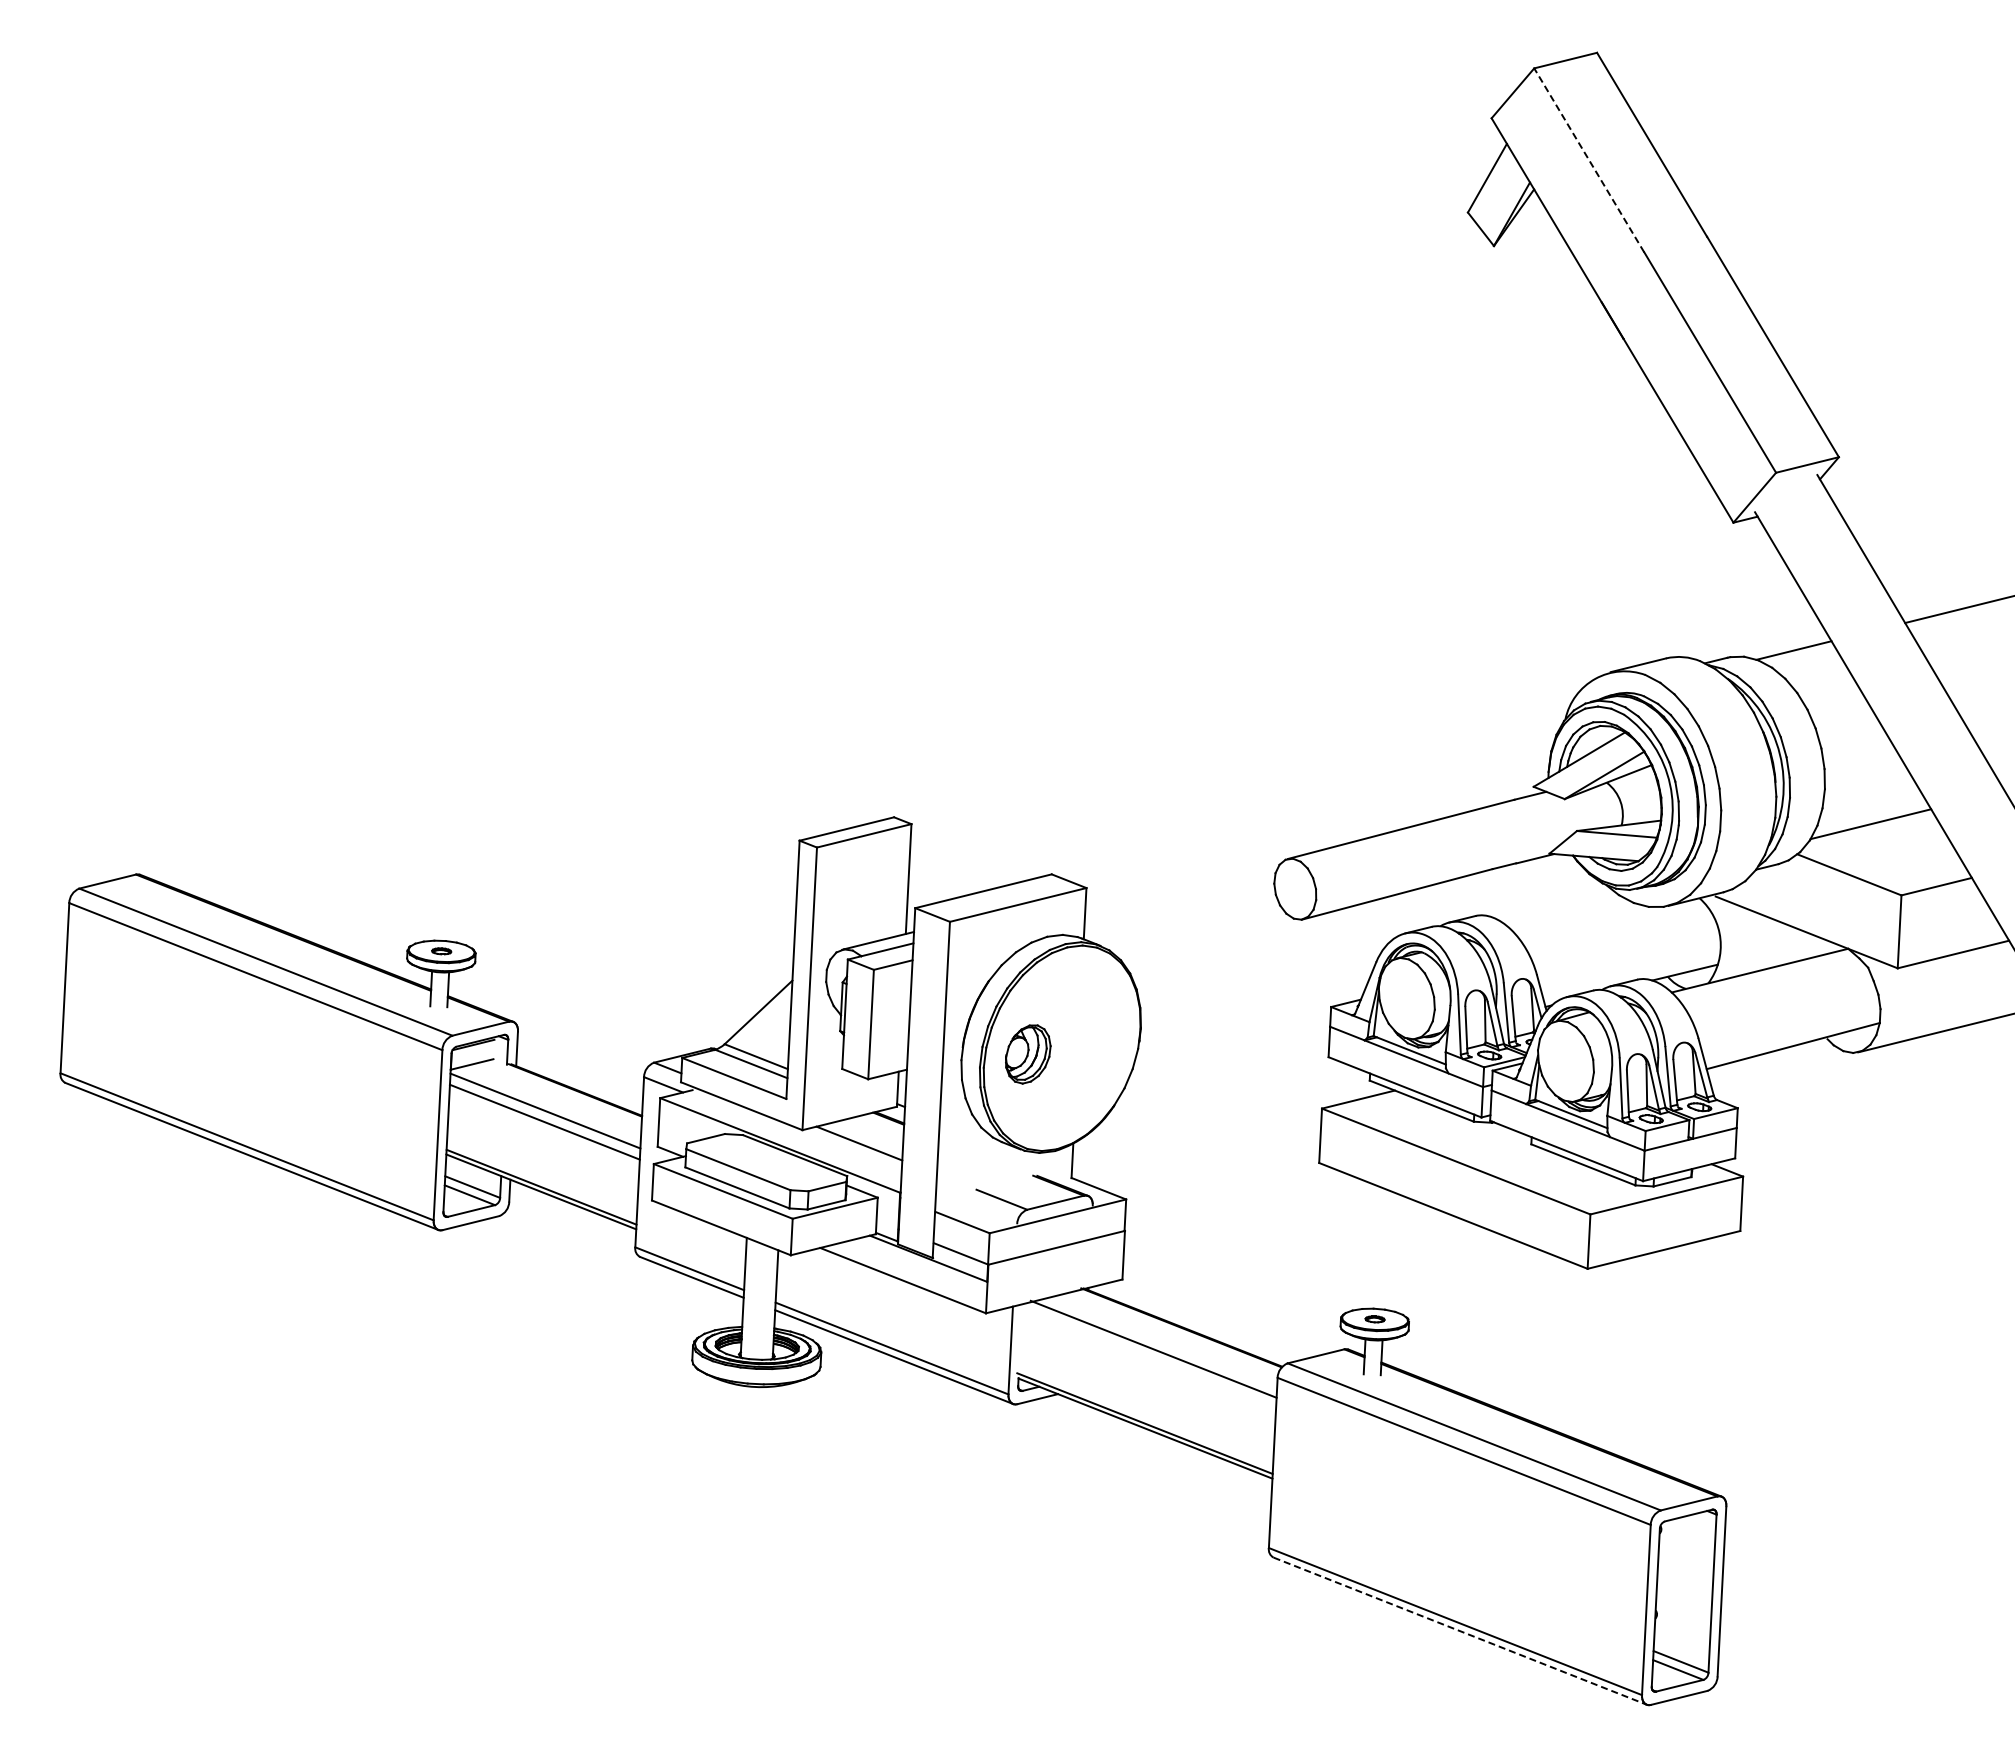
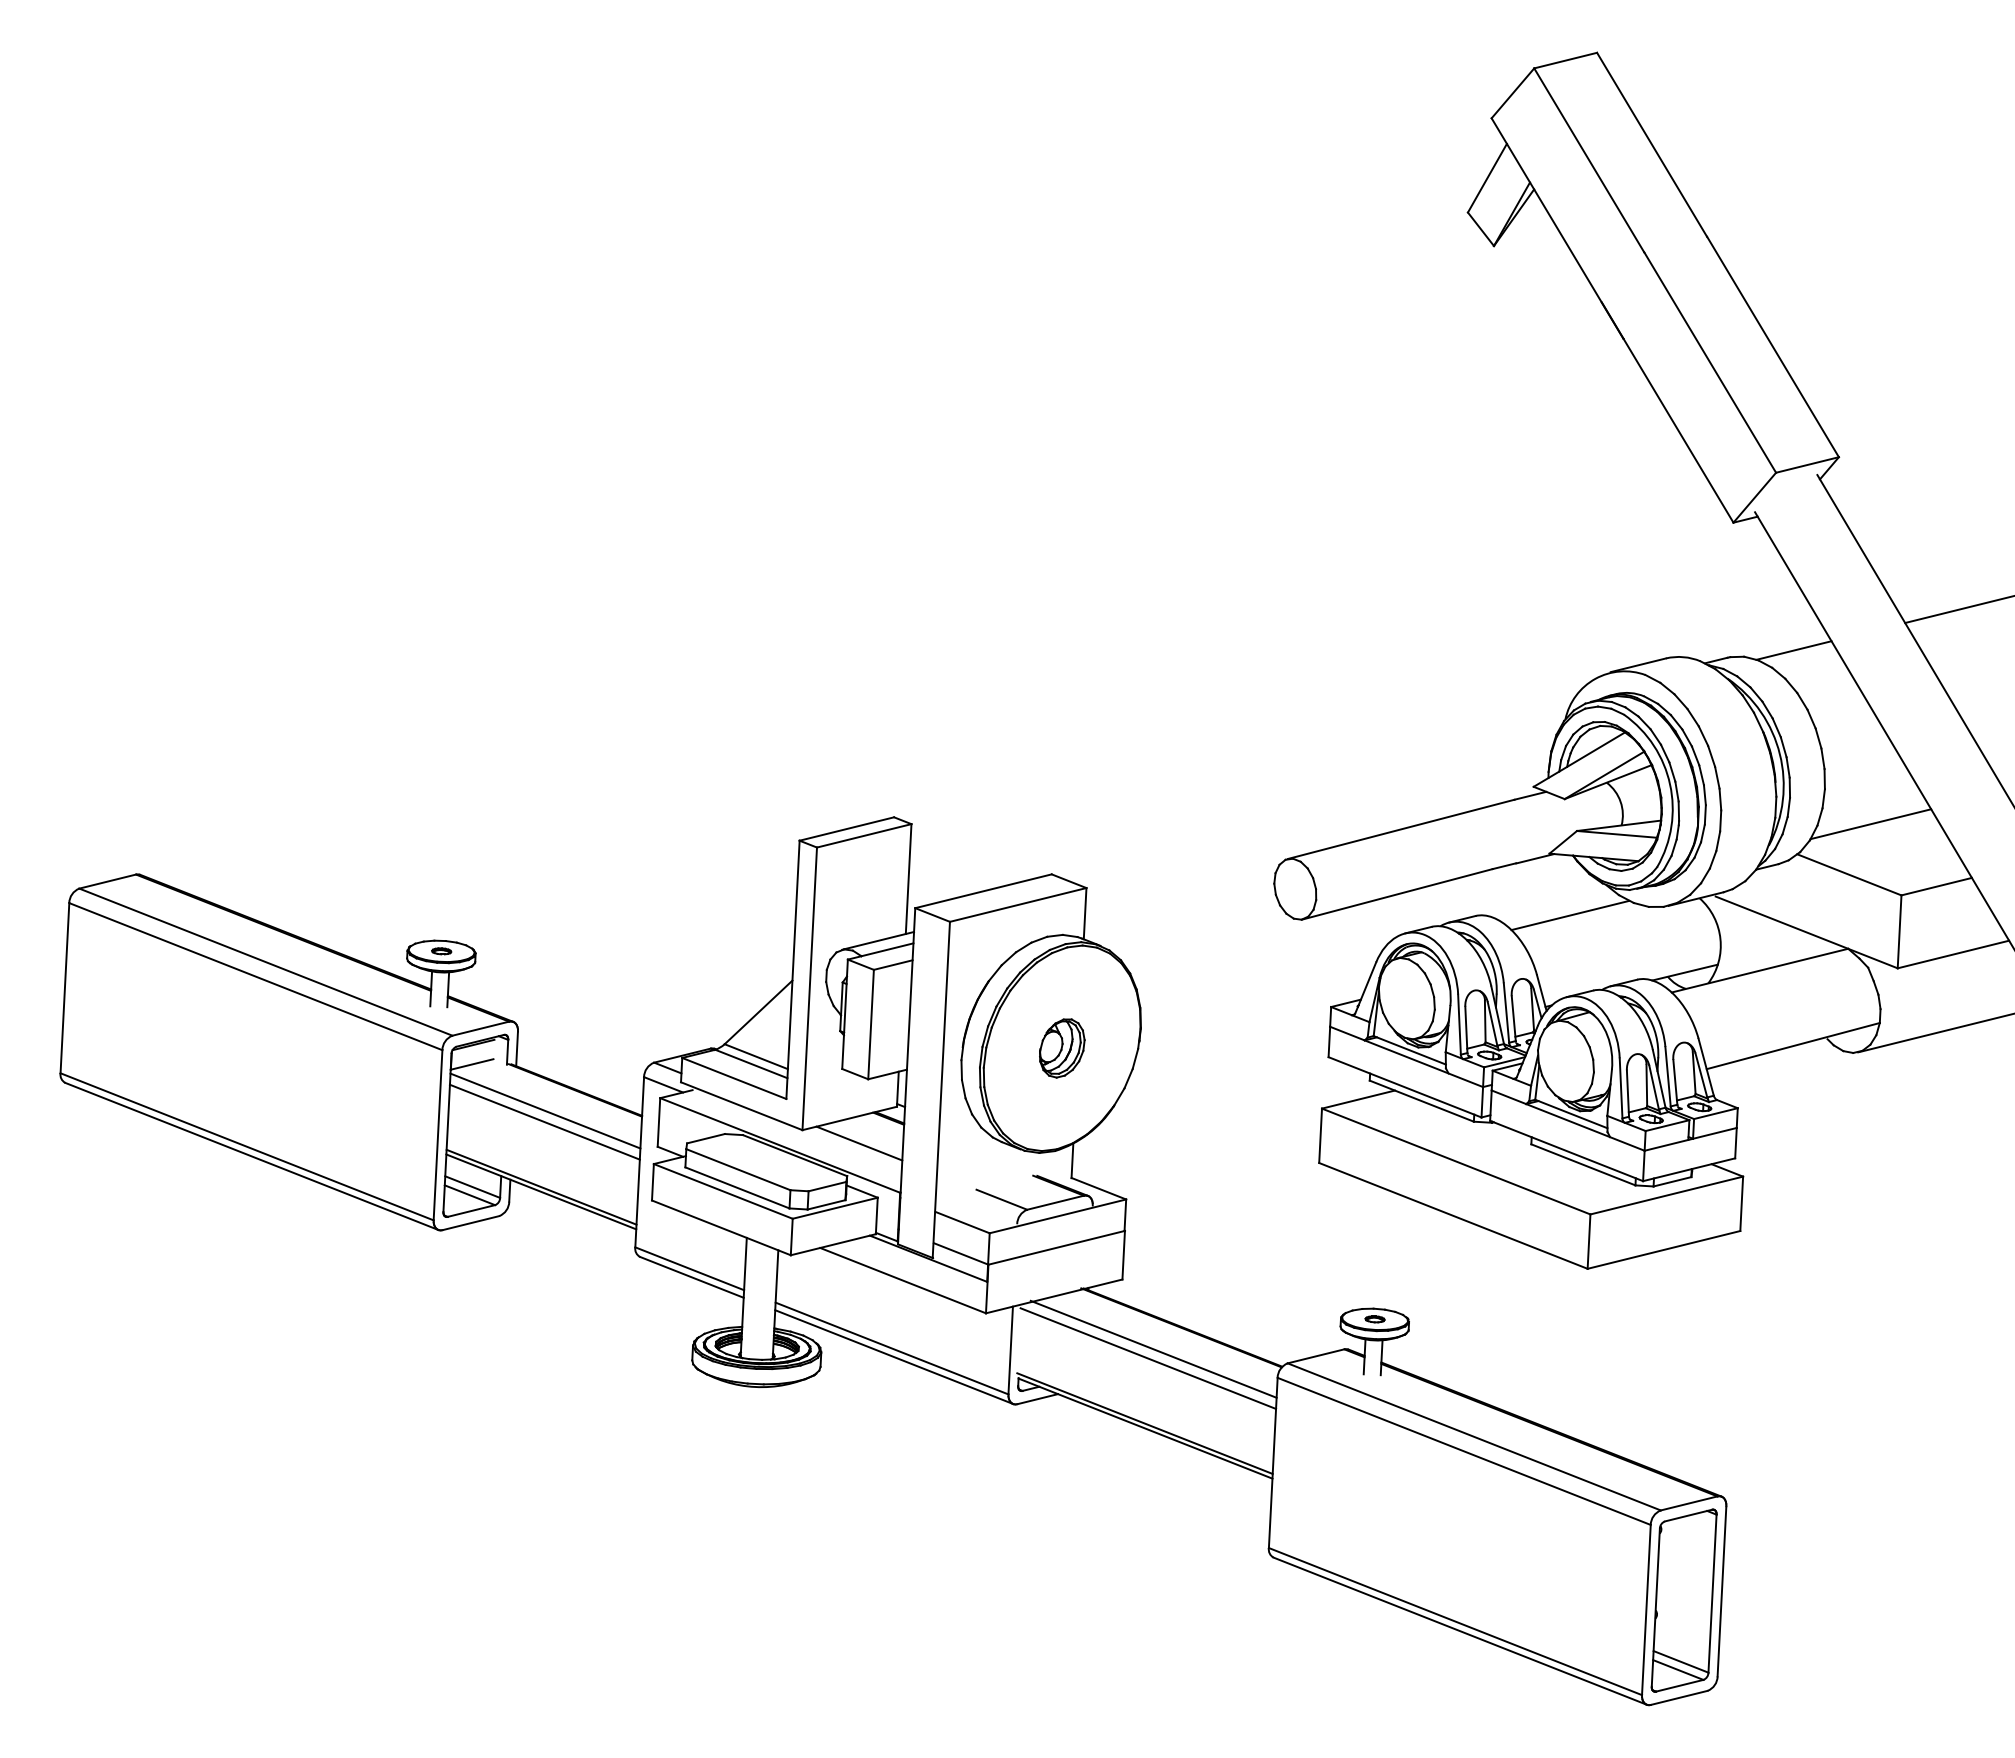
line at (1589, 159): dashed -> solid
line at (1570, 915): none -> present
part at (1028, 1054) position: (1028, 1054) -> (1062, 1048)
line at (1148, 1358): none -> present
line at (1460, 1631): dashed -> solid
